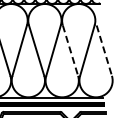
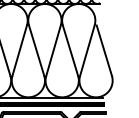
line at (70, 51): dashed -> solid
line at (104, 51): dashed -> solid
